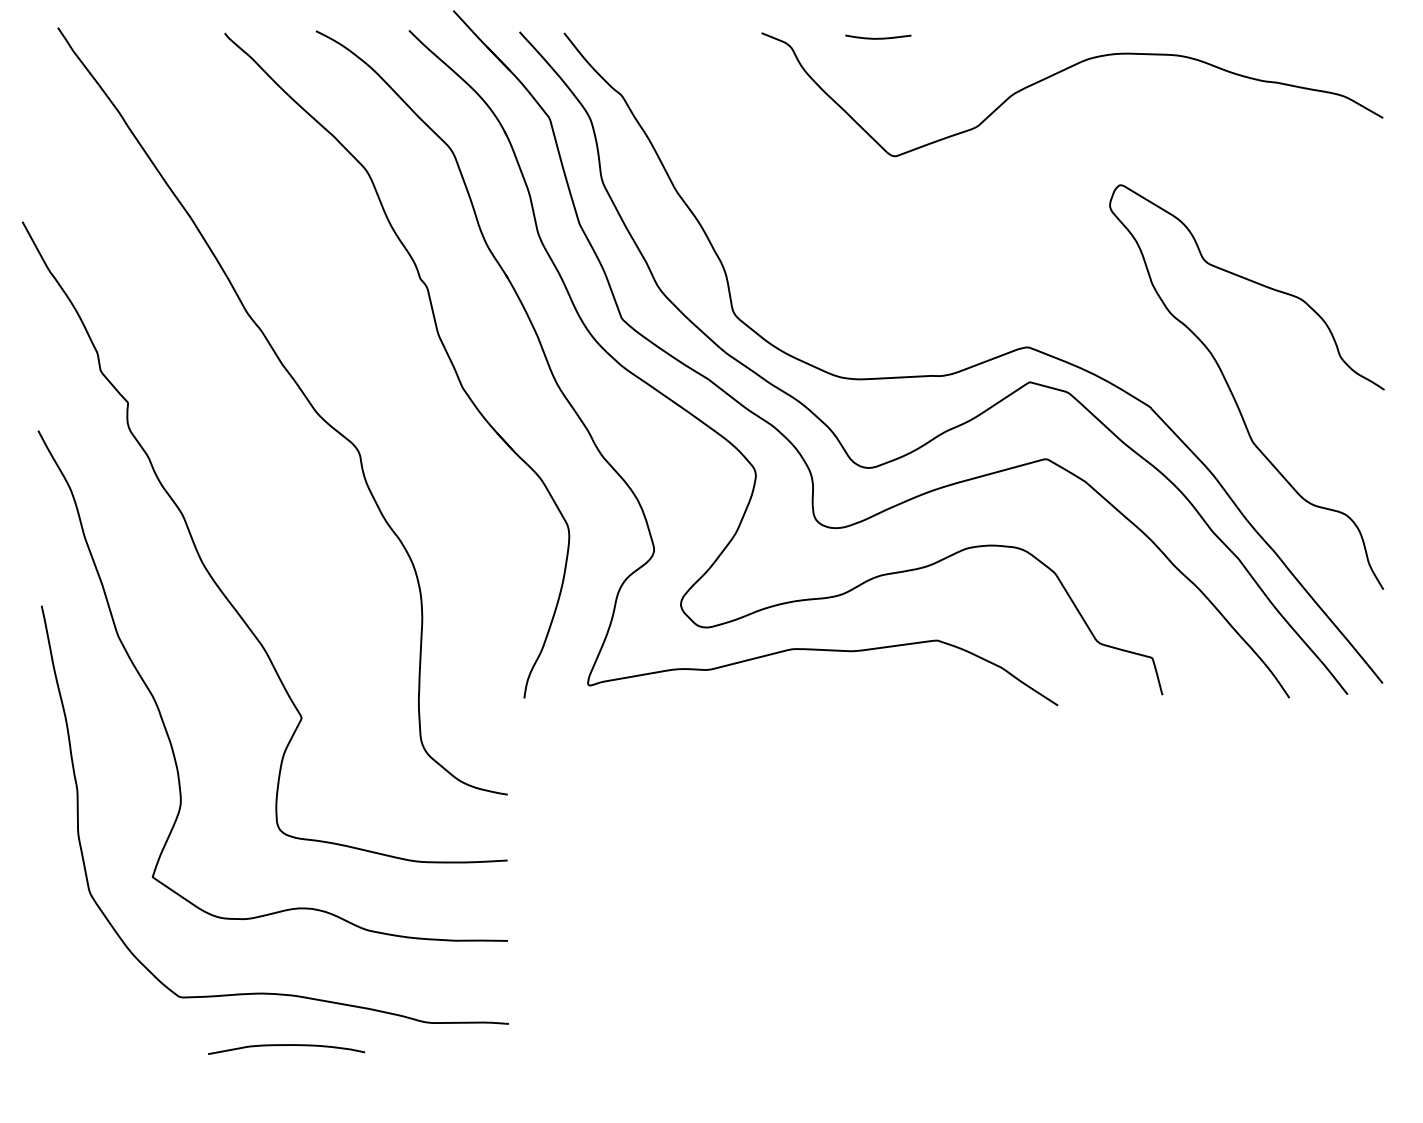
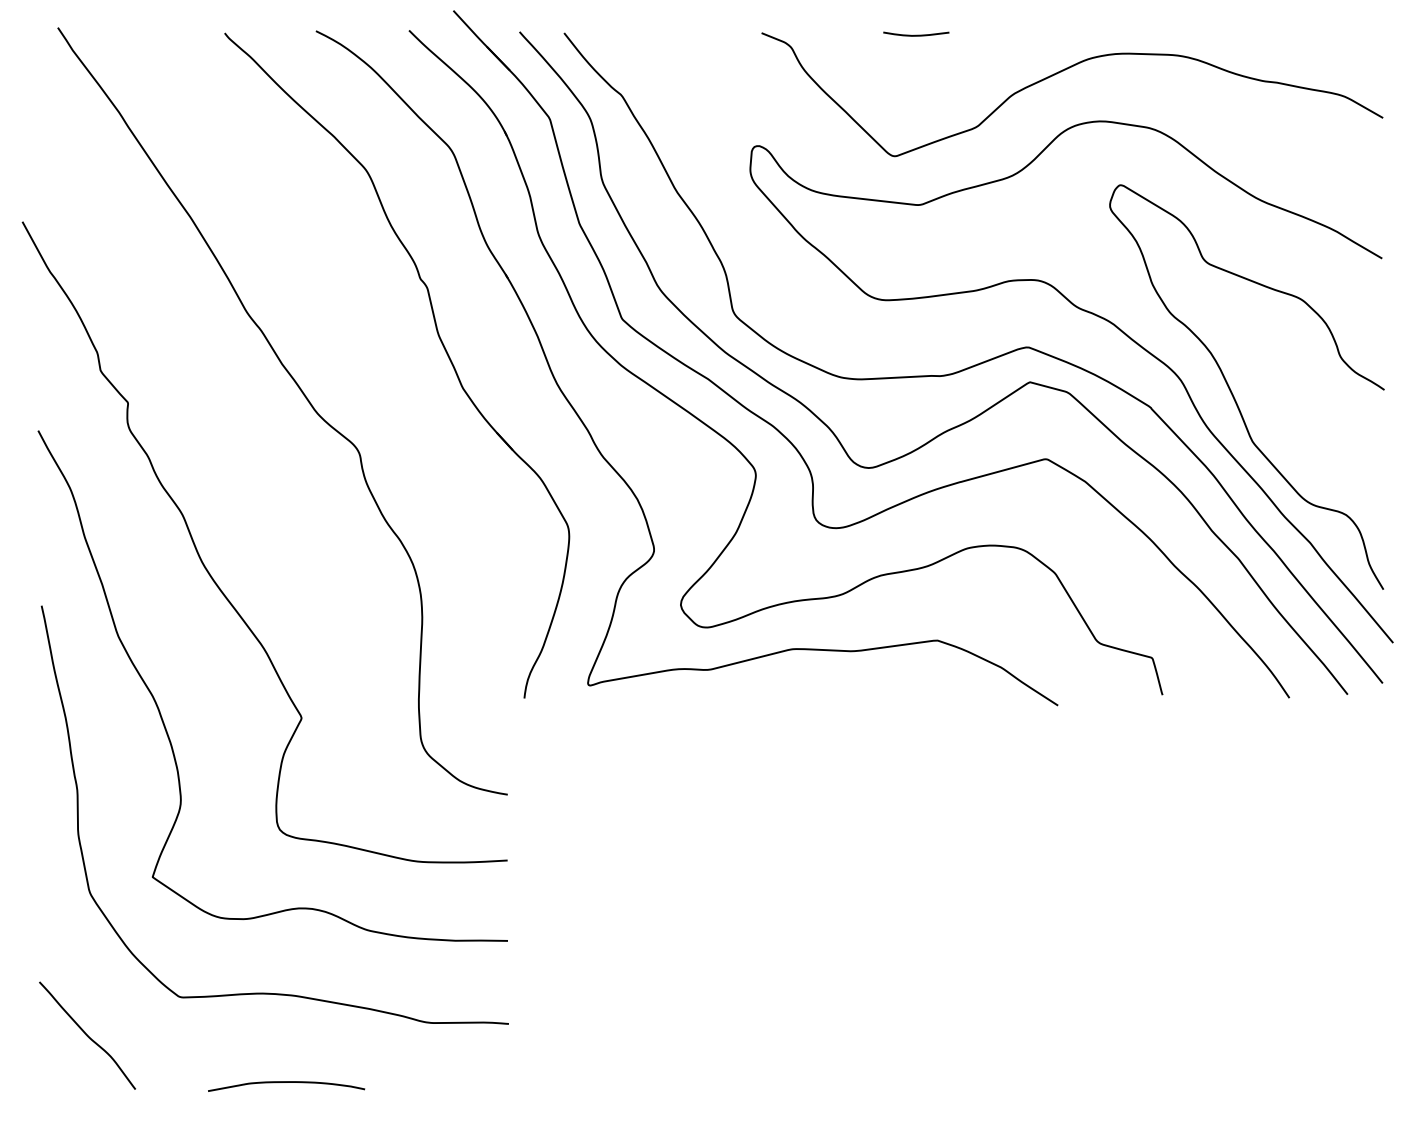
curve at (878, 37) position: (878, 37) -> (916, 34)
curve at (1100, 318): none -> present
curve at (87, 1035): none -> present
curve at (286, 1045) position: (286, 1045) -> (286, 1082)
